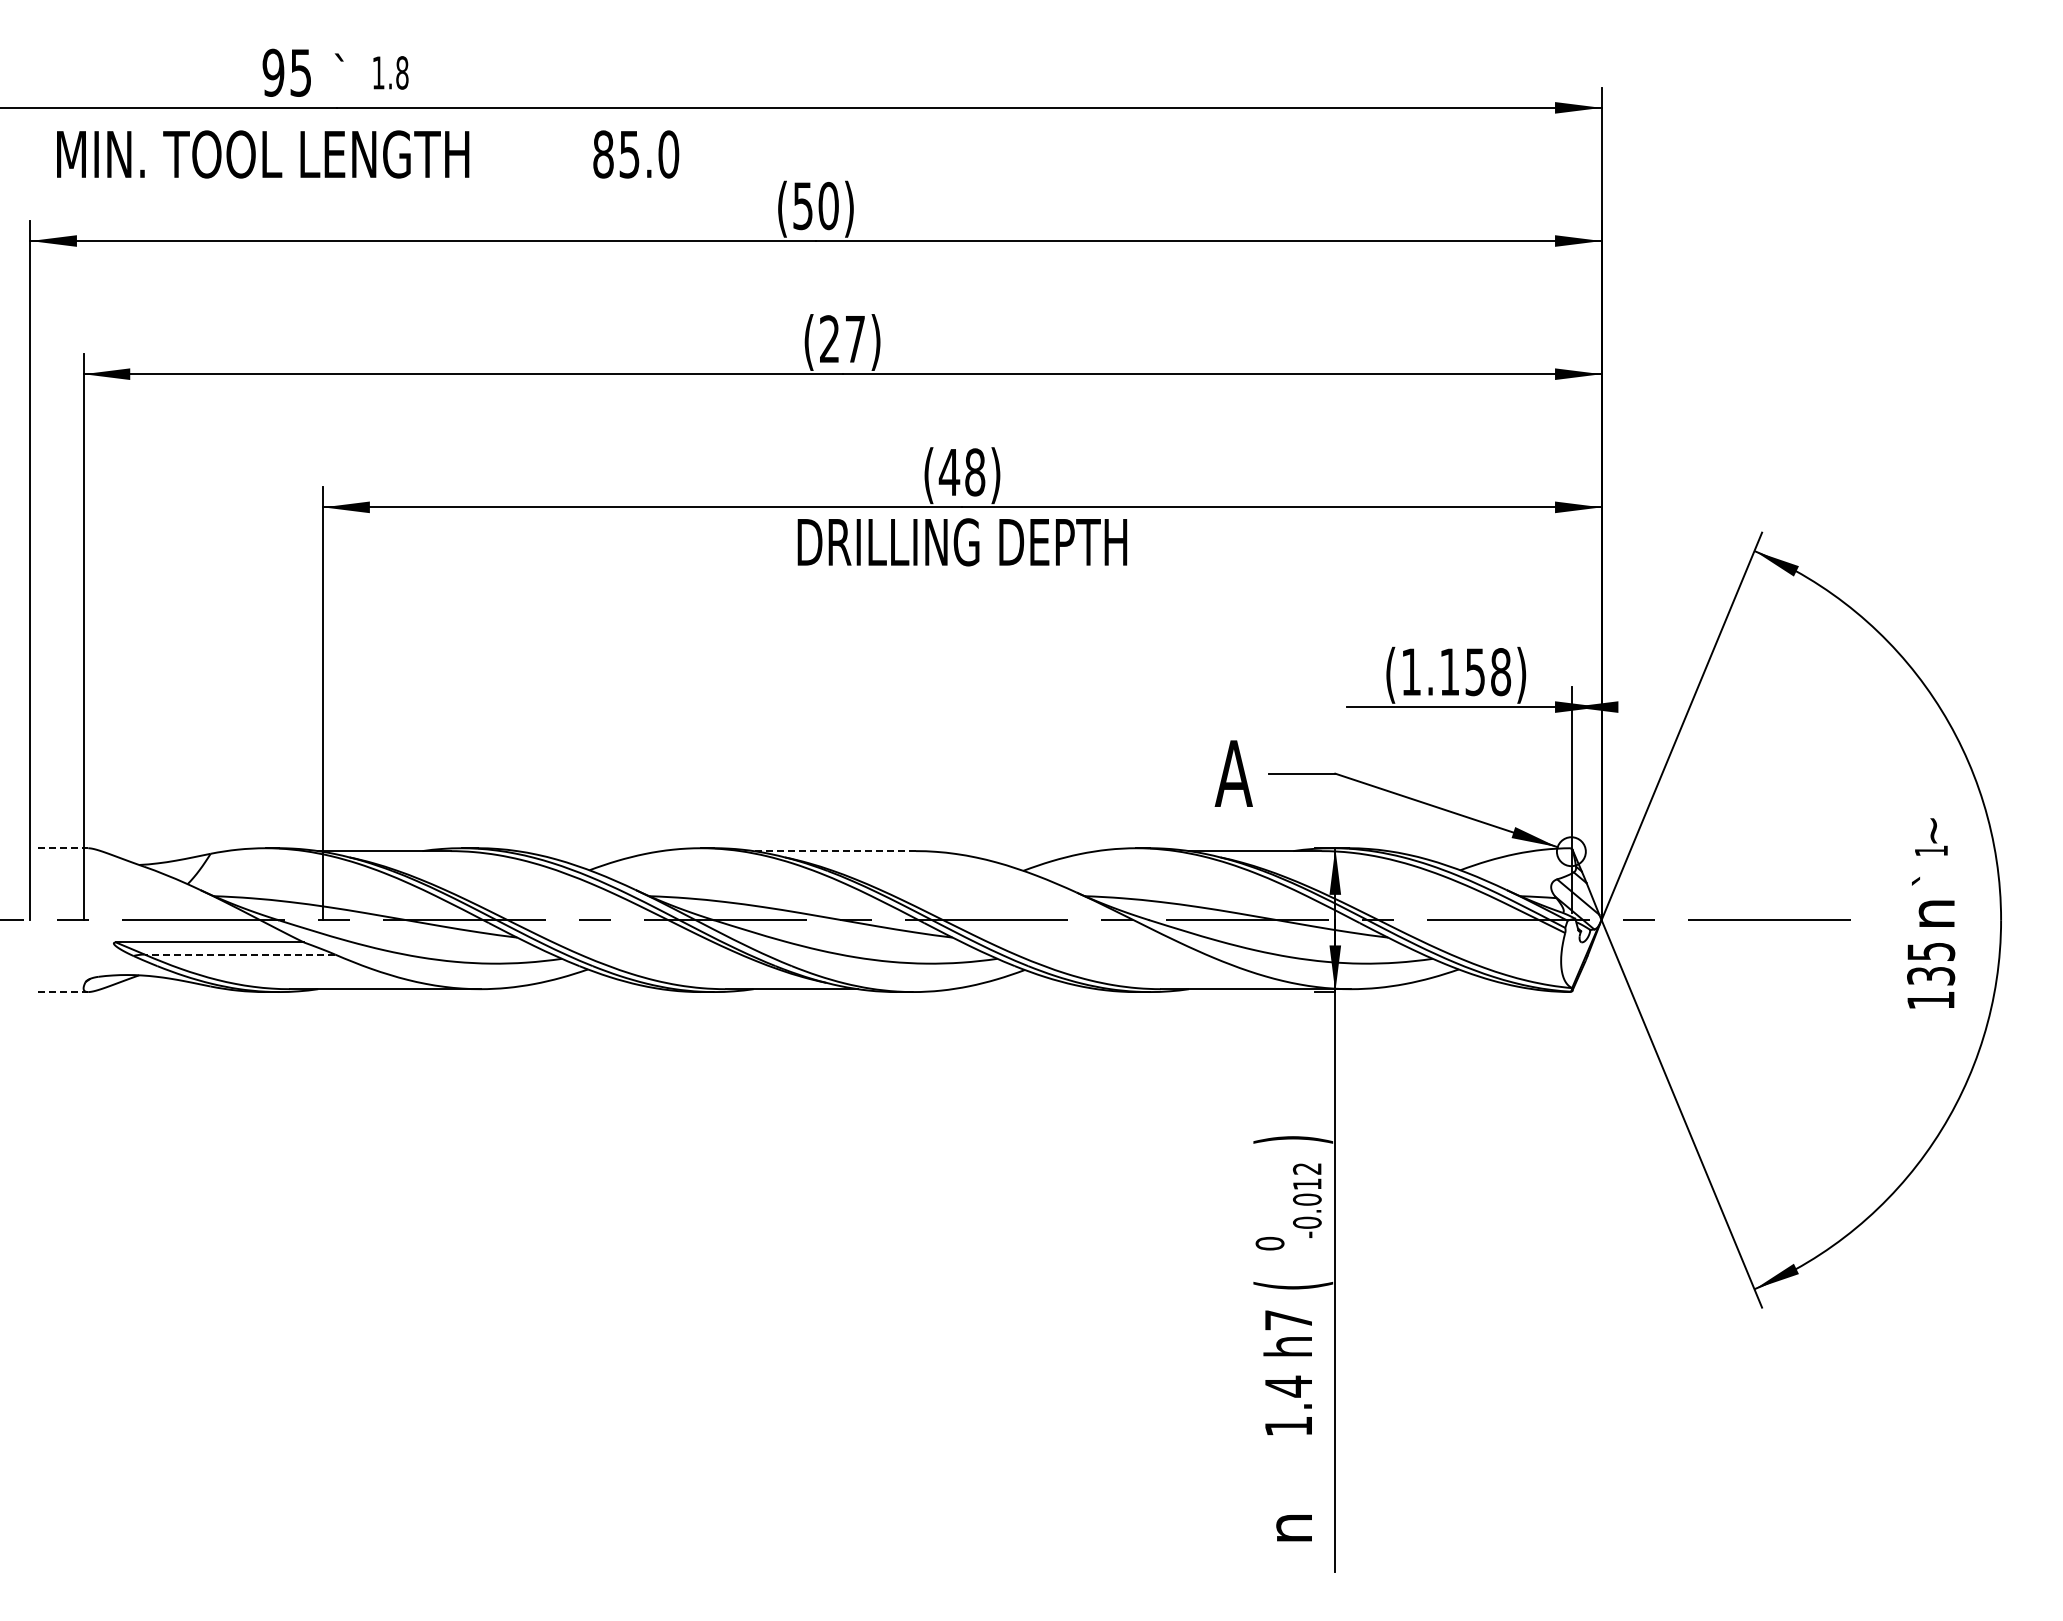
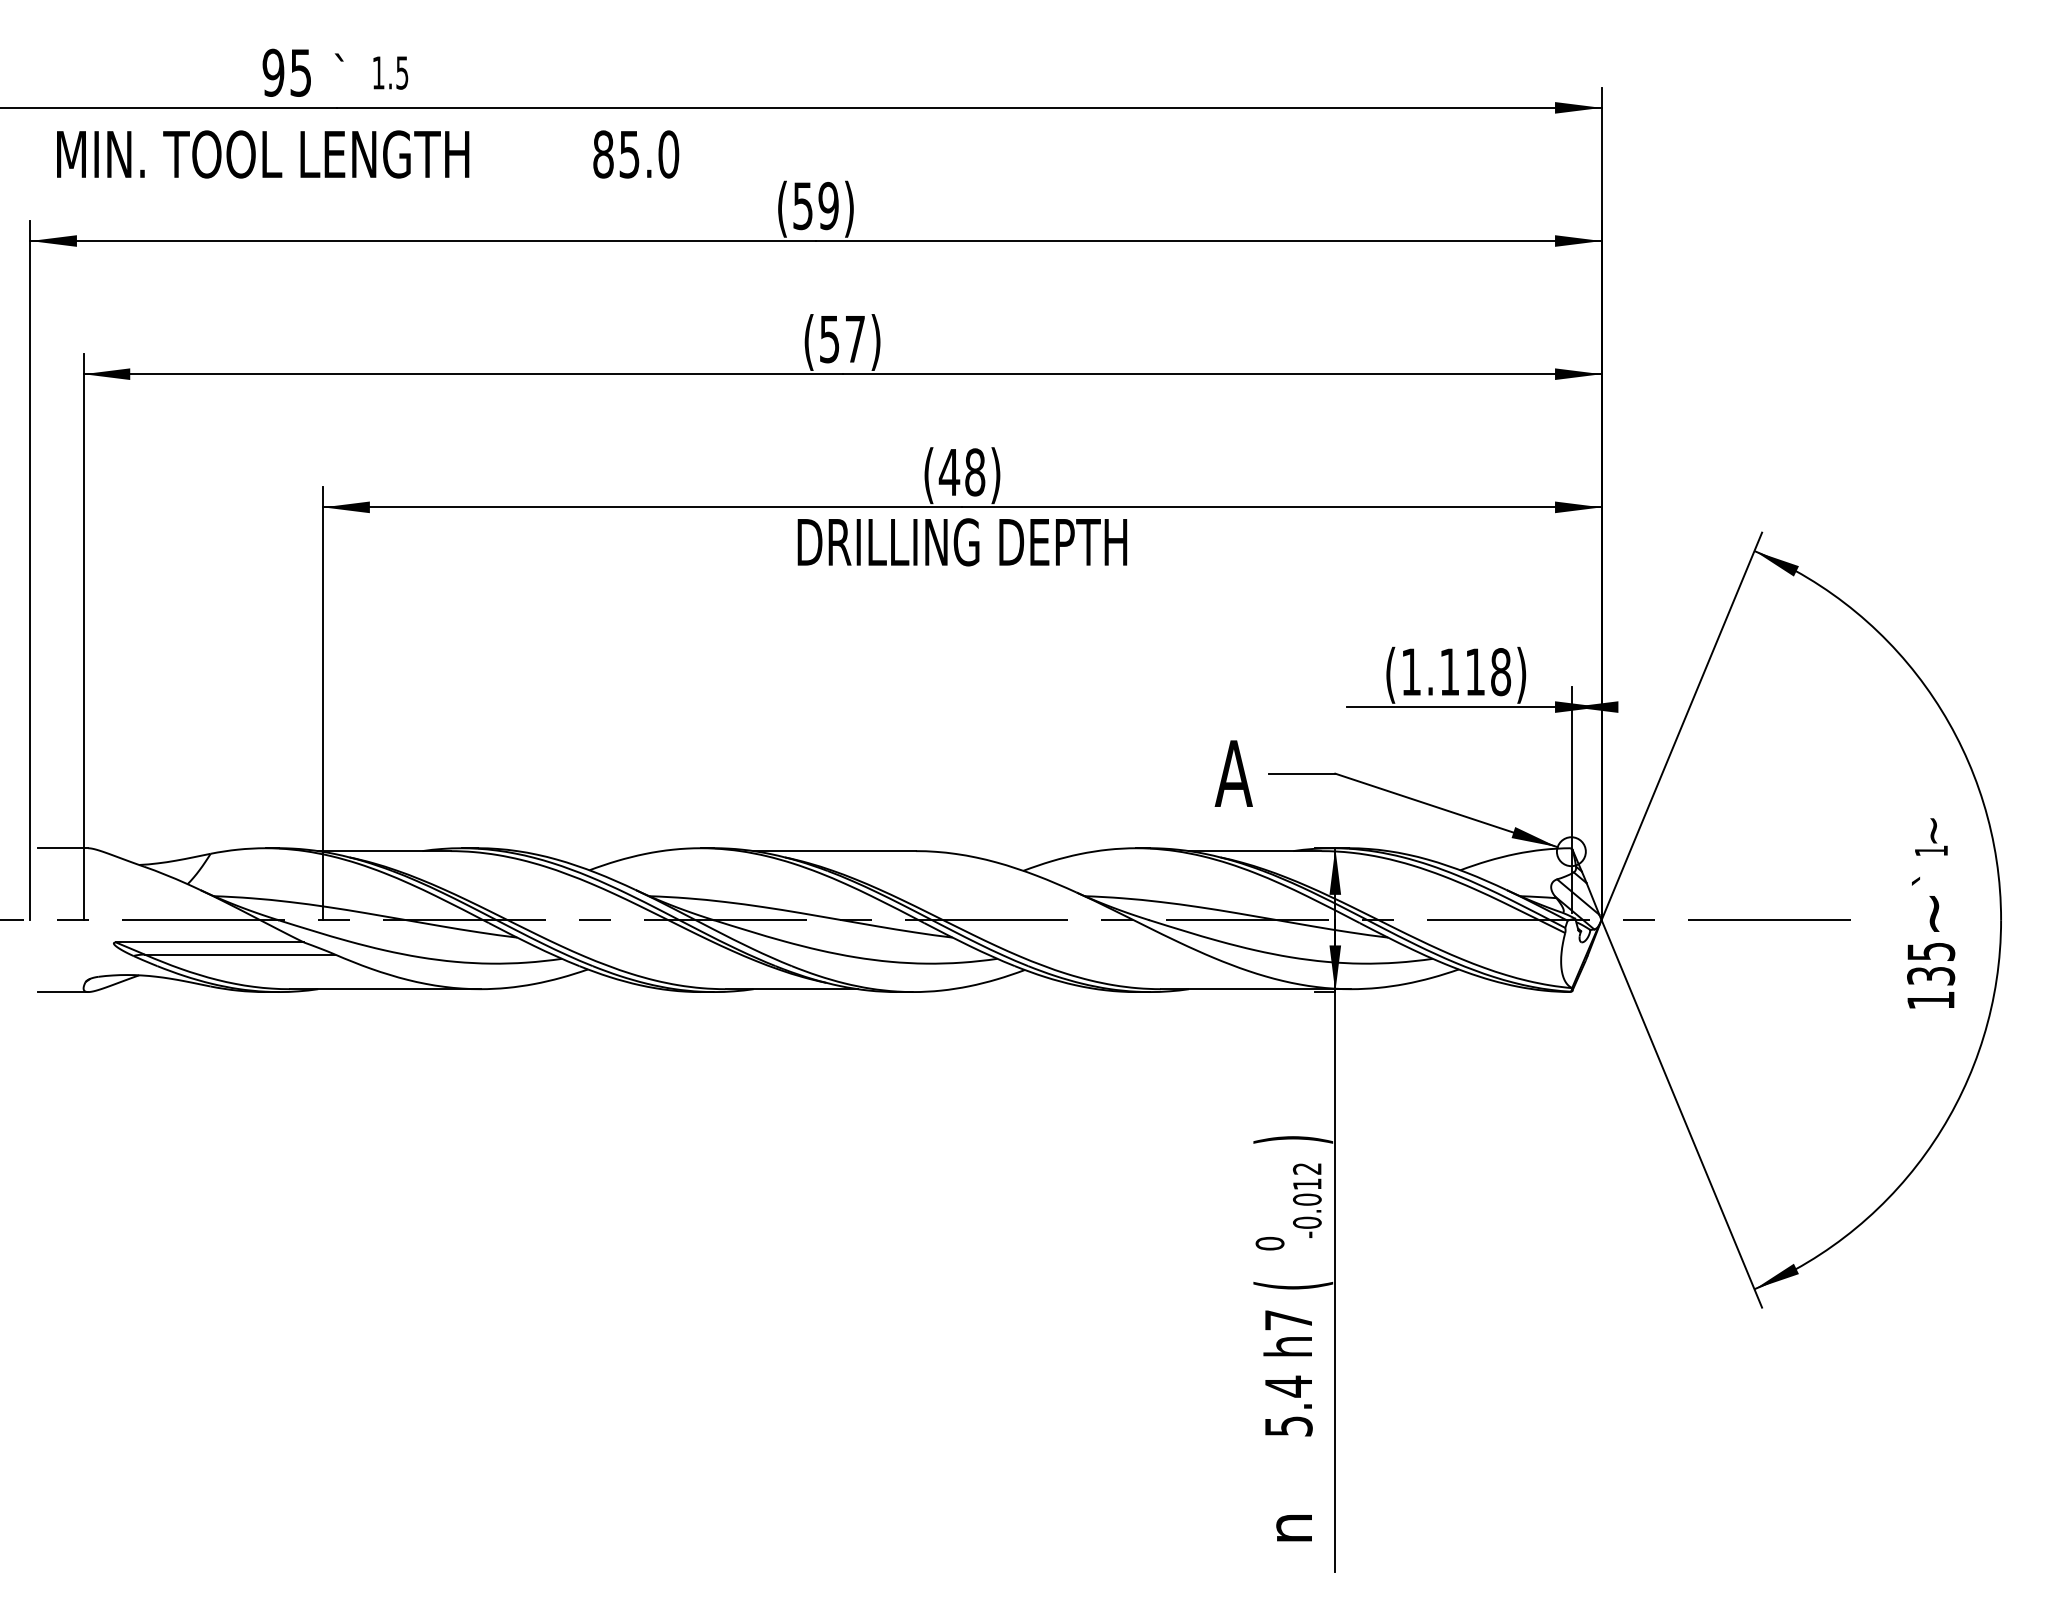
text at (402, 72): 1.8 -> 1.5
text at (828, 206): (50) -> (59)
text at (829, 339): (27) -> (57)
text at (1474, 672): (1.158) -> (1.118)
line at (63, 848): dashed -> solid
line at (834, 851): dashed -> solid
text at (1936, 913): n -> ~
line at (239, 954): dashed -> solid
line at (63, 992): dashed -> solid
text at (1288, 1426): 1.4 -> 5.4
